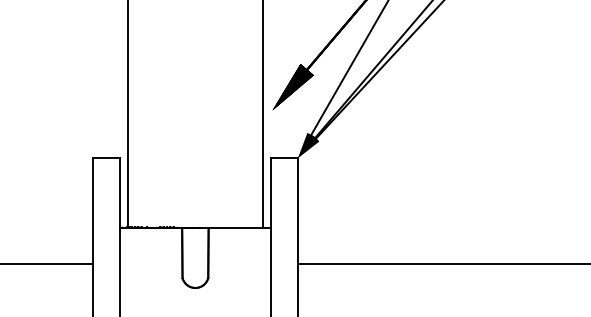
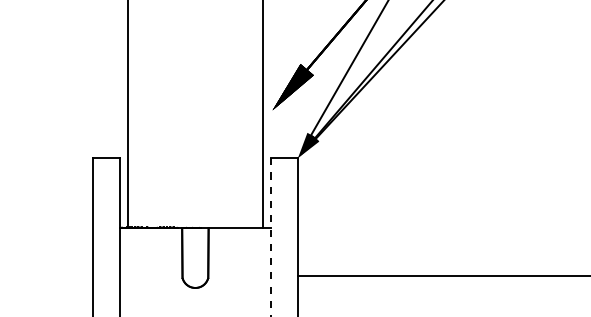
line at (271, 237): solid -> dashed
line at (47, 263): present -> none
line at (442, 263) position: (442, 263) -> (442, 275)
